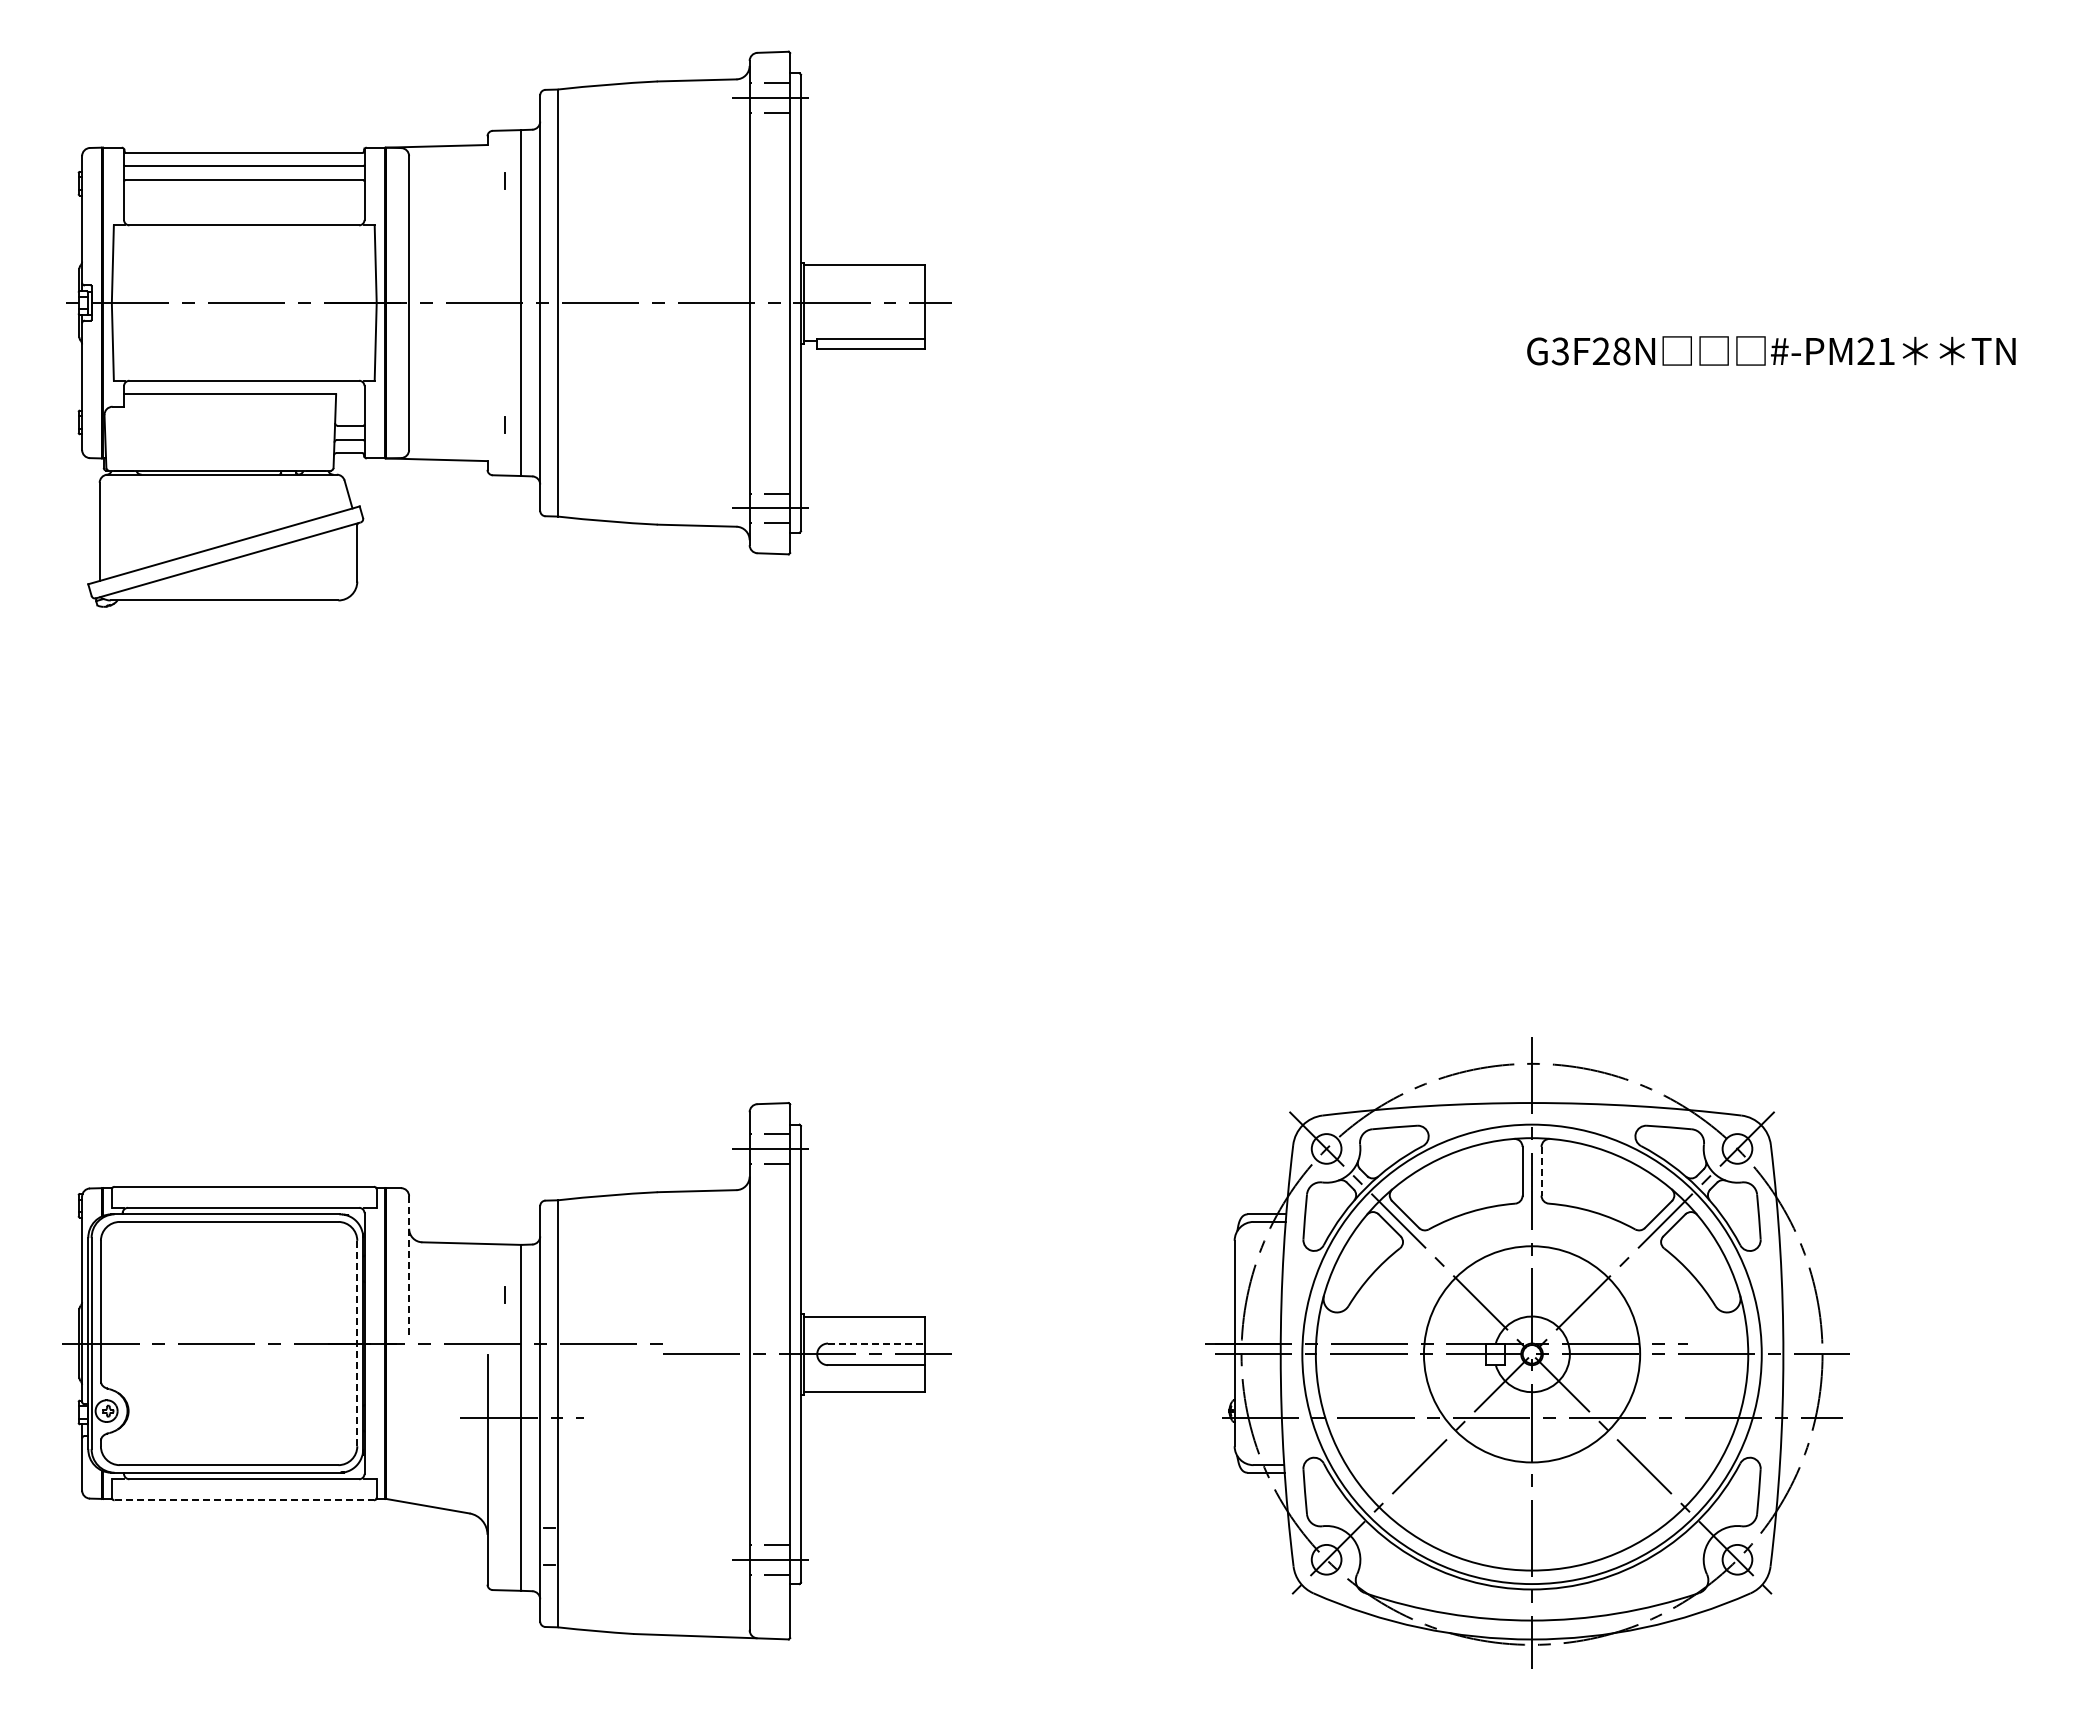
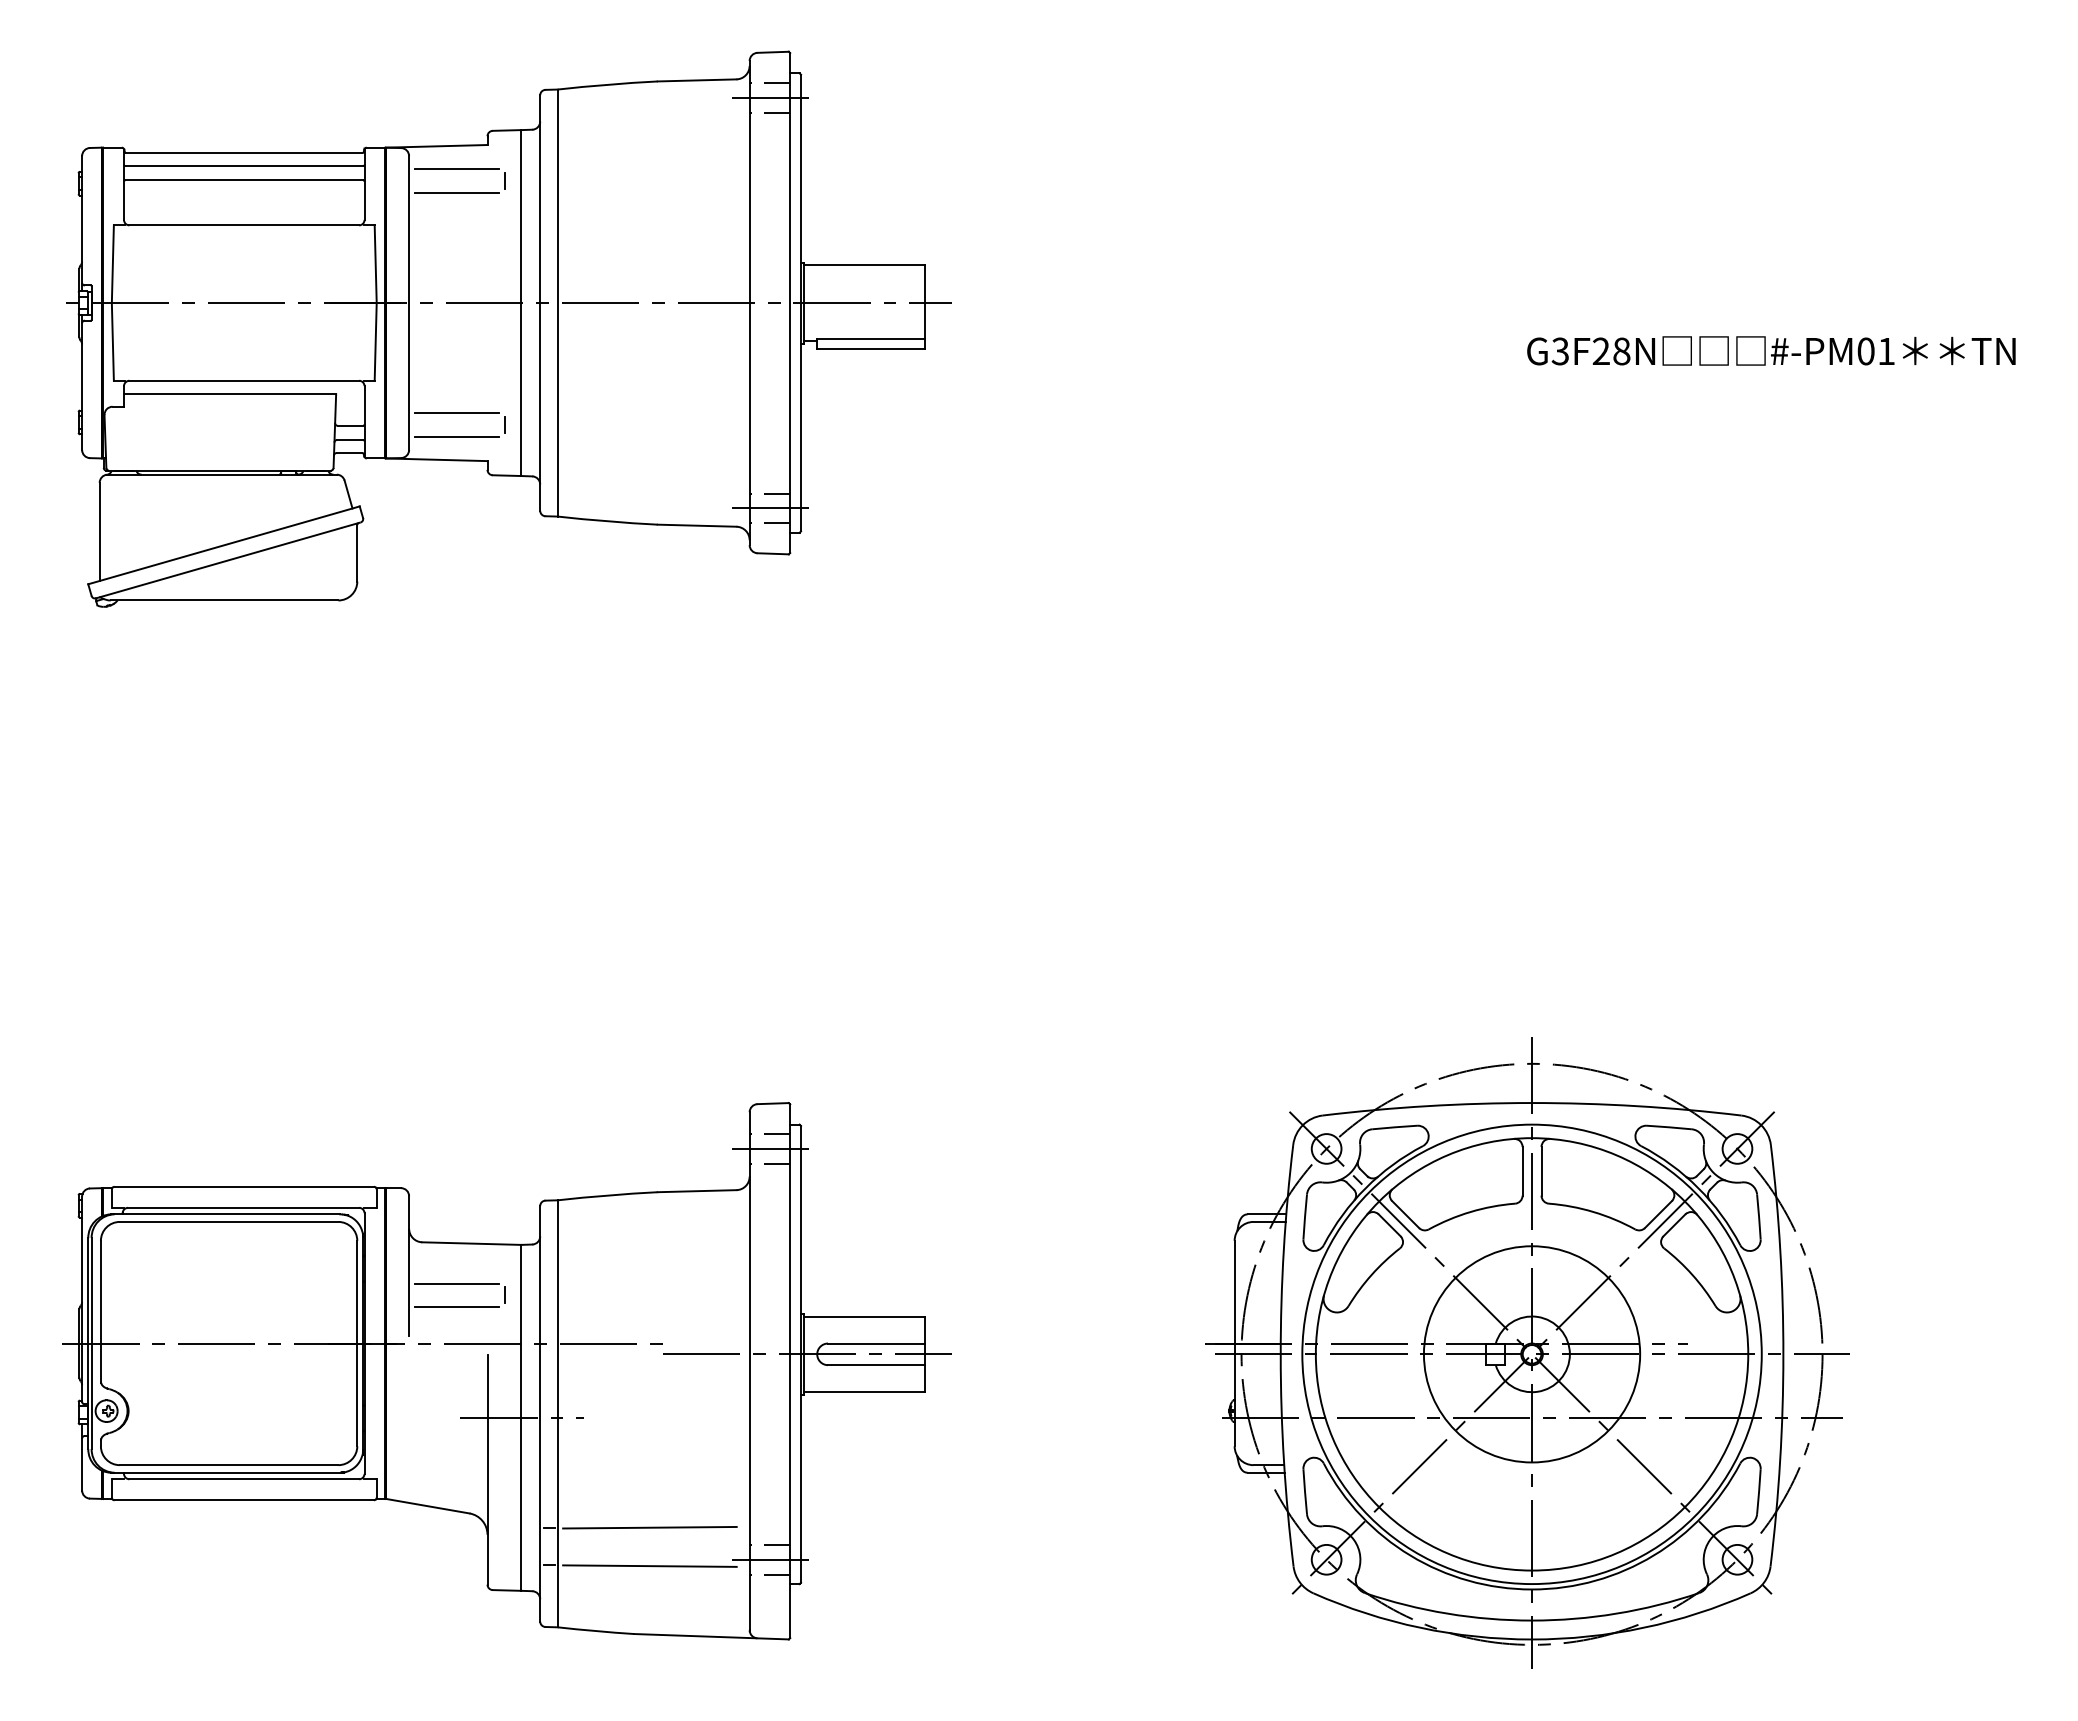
line at (456, 169): none -> present
line at (456, 193): none -> present
text at (1865, 351): #-PM21 -> #-PM01
line at (456, 412): none -> present
line at (456, 436): none -> present
line at (1541, 1171): dashed -> solid
line at (409, 1265): dashed -> solid
line at (456, 1284): none -> present
line at (456, 1307): none -> present
line at (357, 1343): dashed -> solid
line at (876, 1343): dashed -> solid
line at (244, 1500): dashed -> solid
line at (649, 1527): none -> present
line at (649, 1565): none -> present
